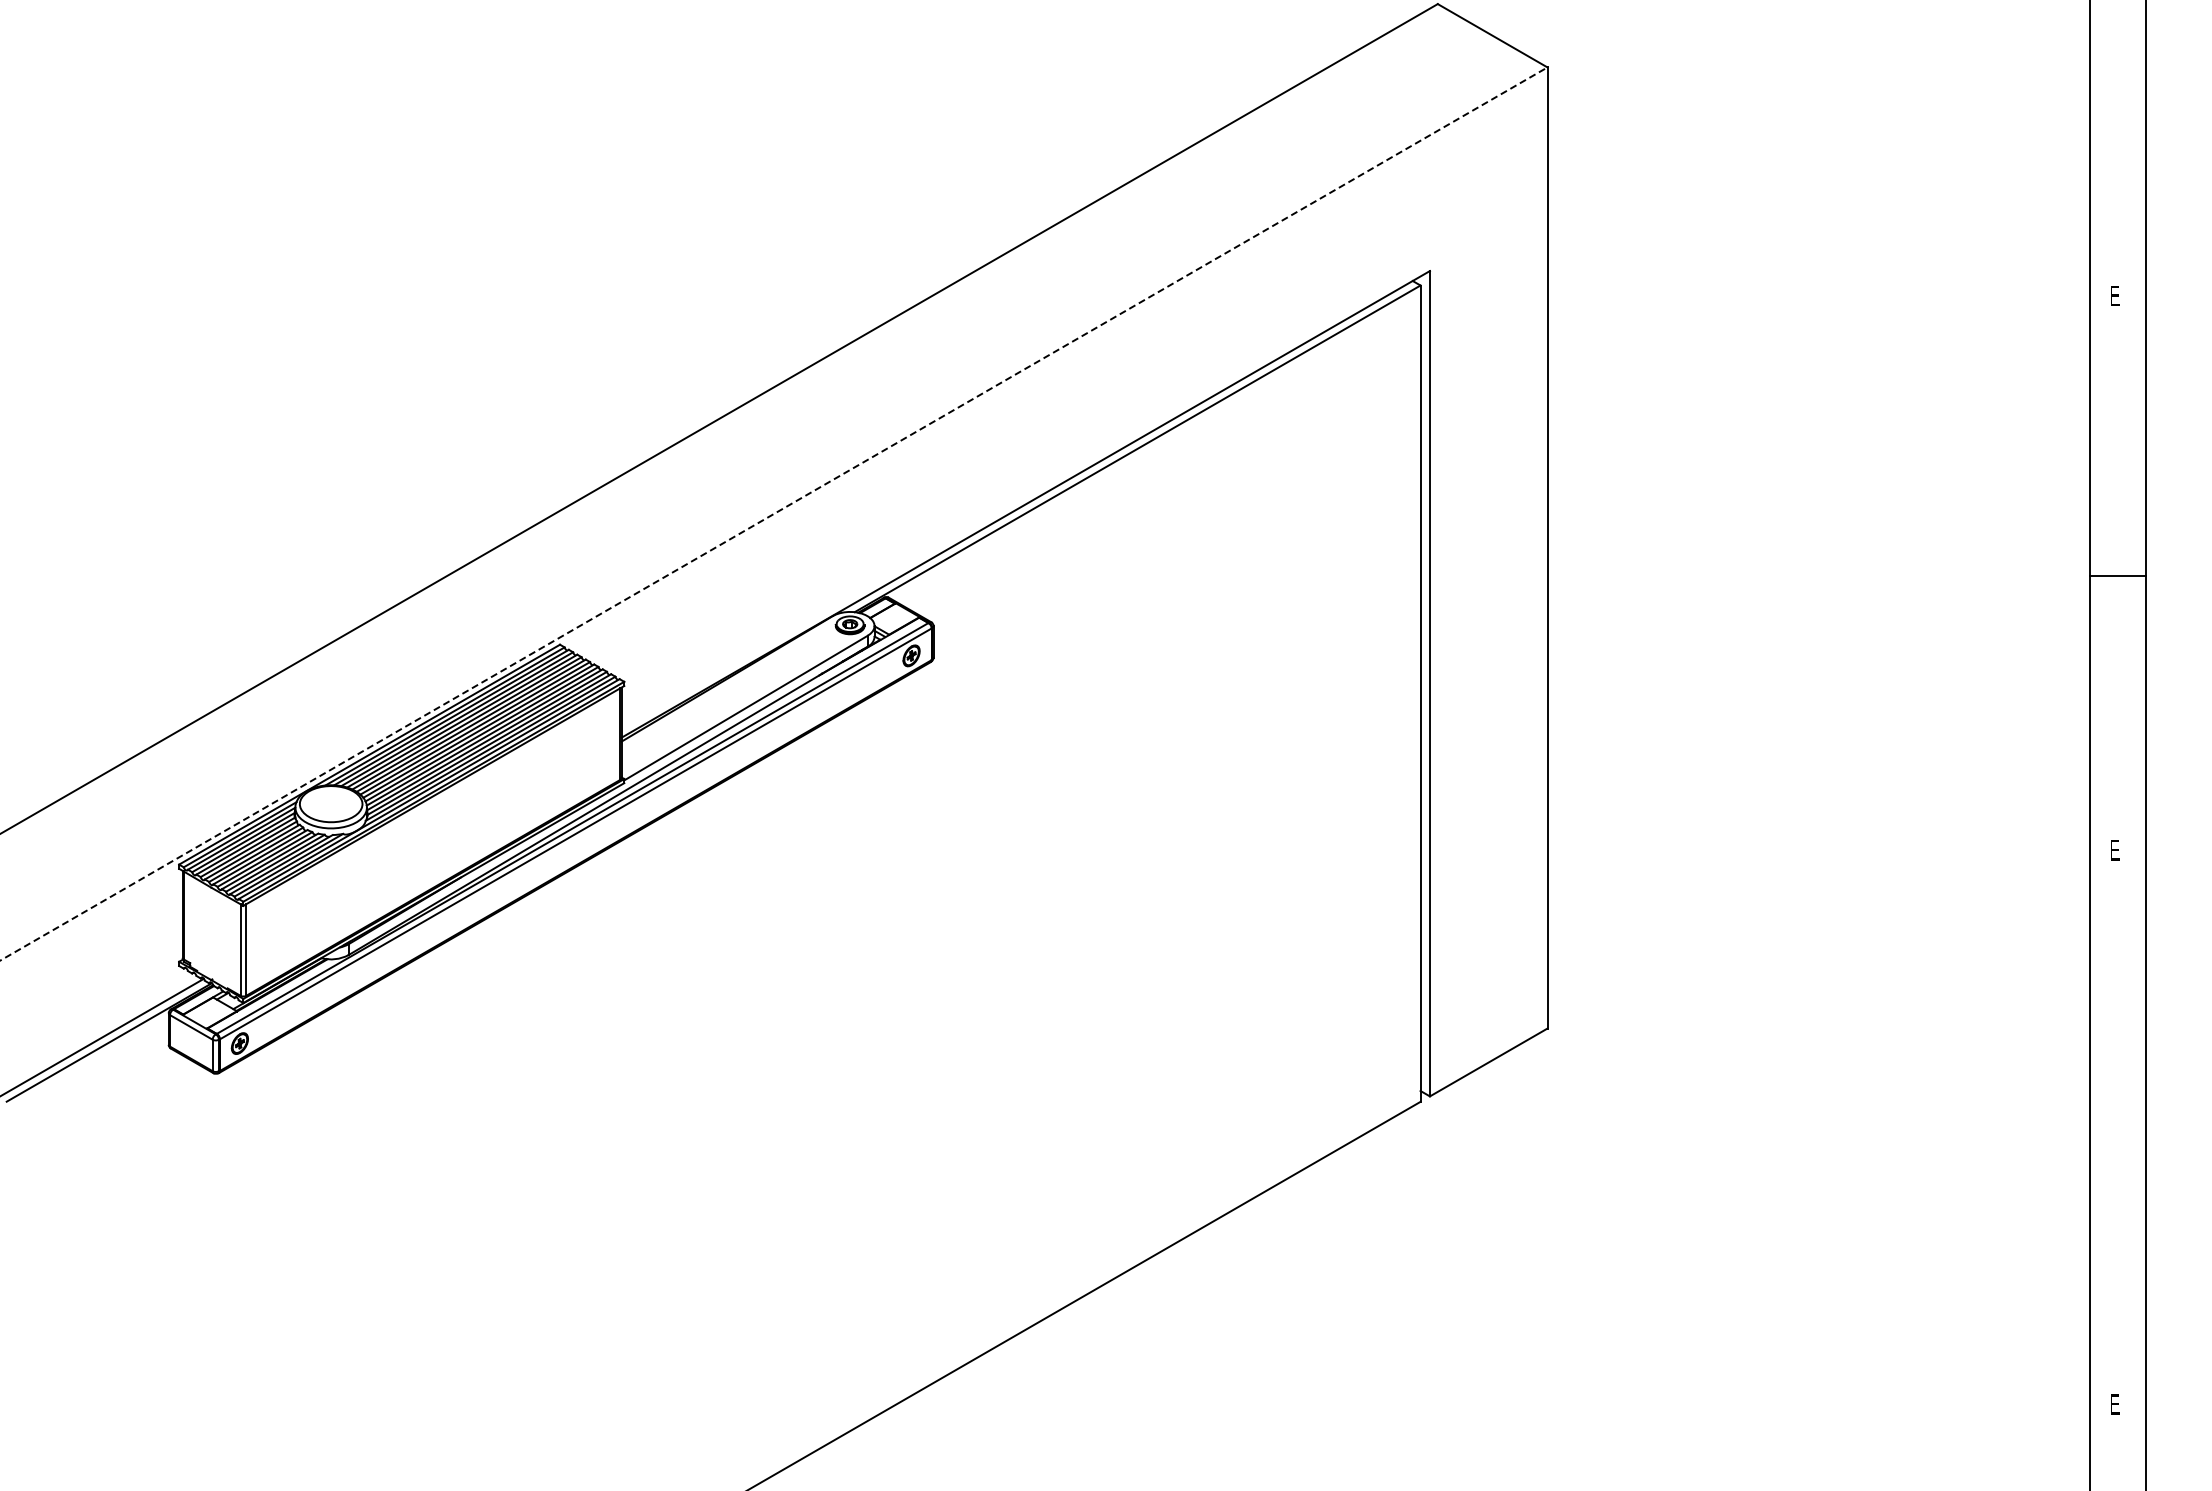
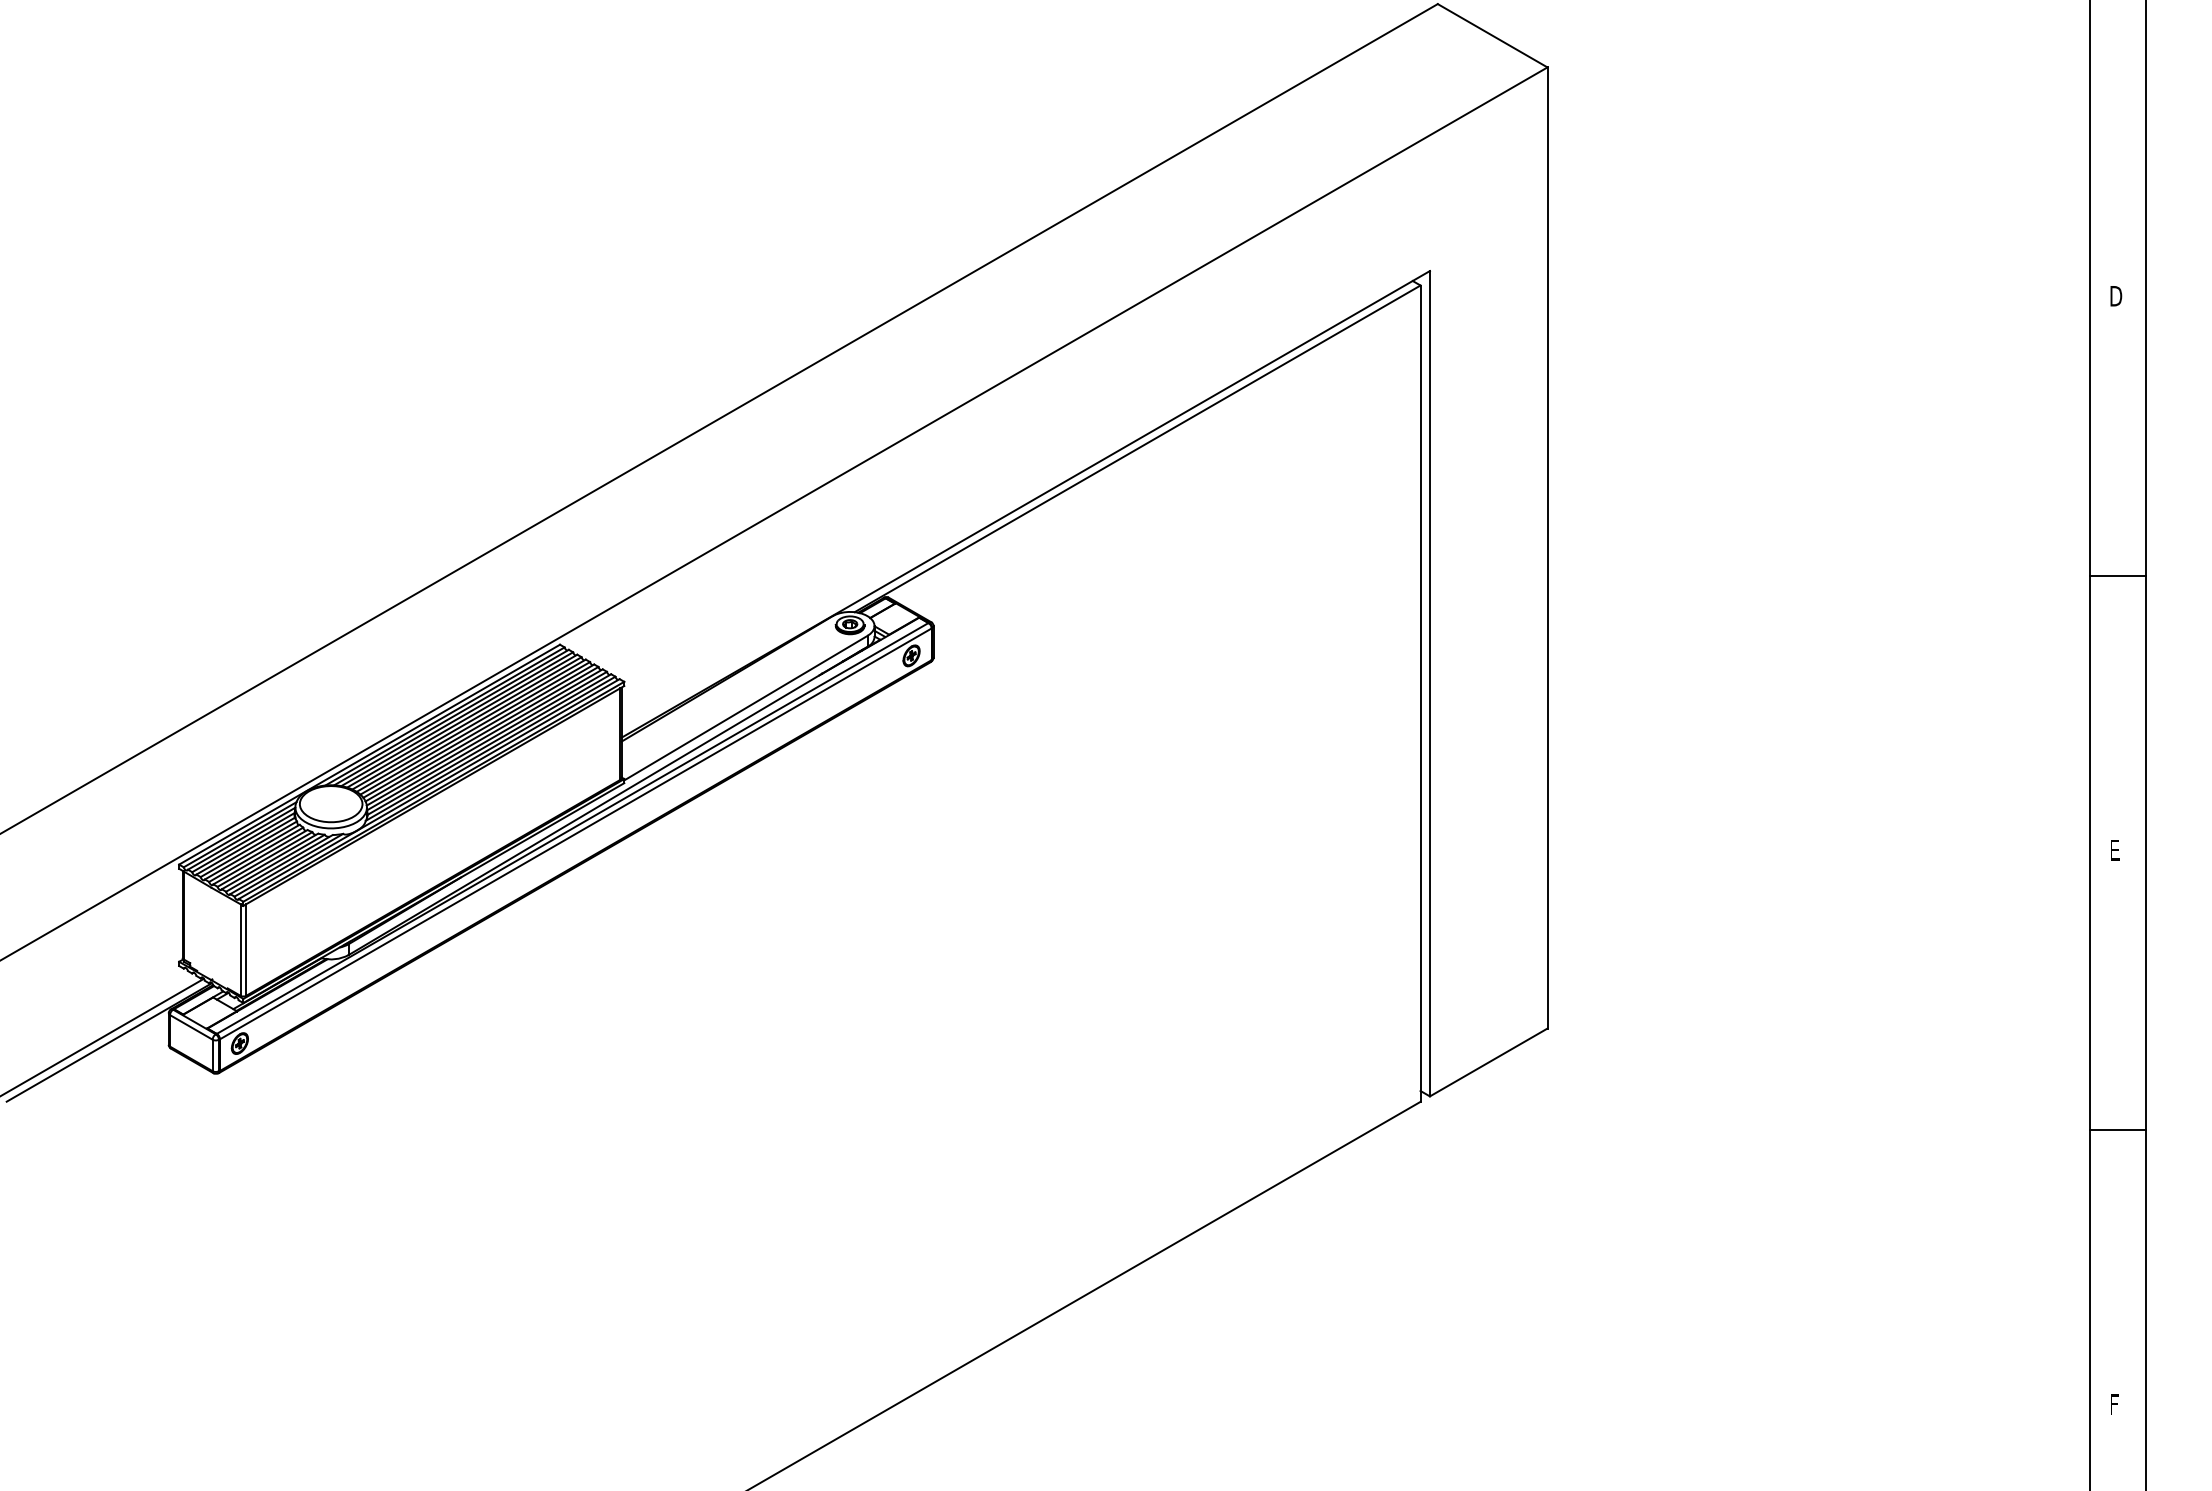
text at (2116, 296): E -> D
line at (774, 513): dashed -> solid
line at (2117, 1130): none -> present
text at (2115, 1408): E -> F
